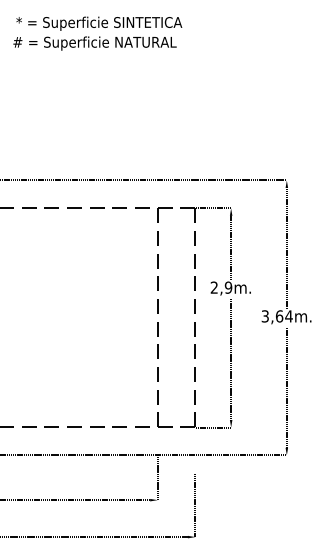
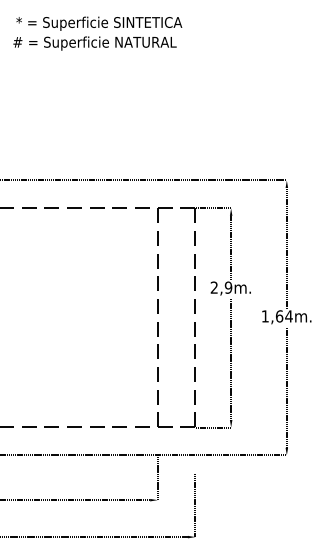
text at (264, 316): 3,64m. -> 1,64m.
